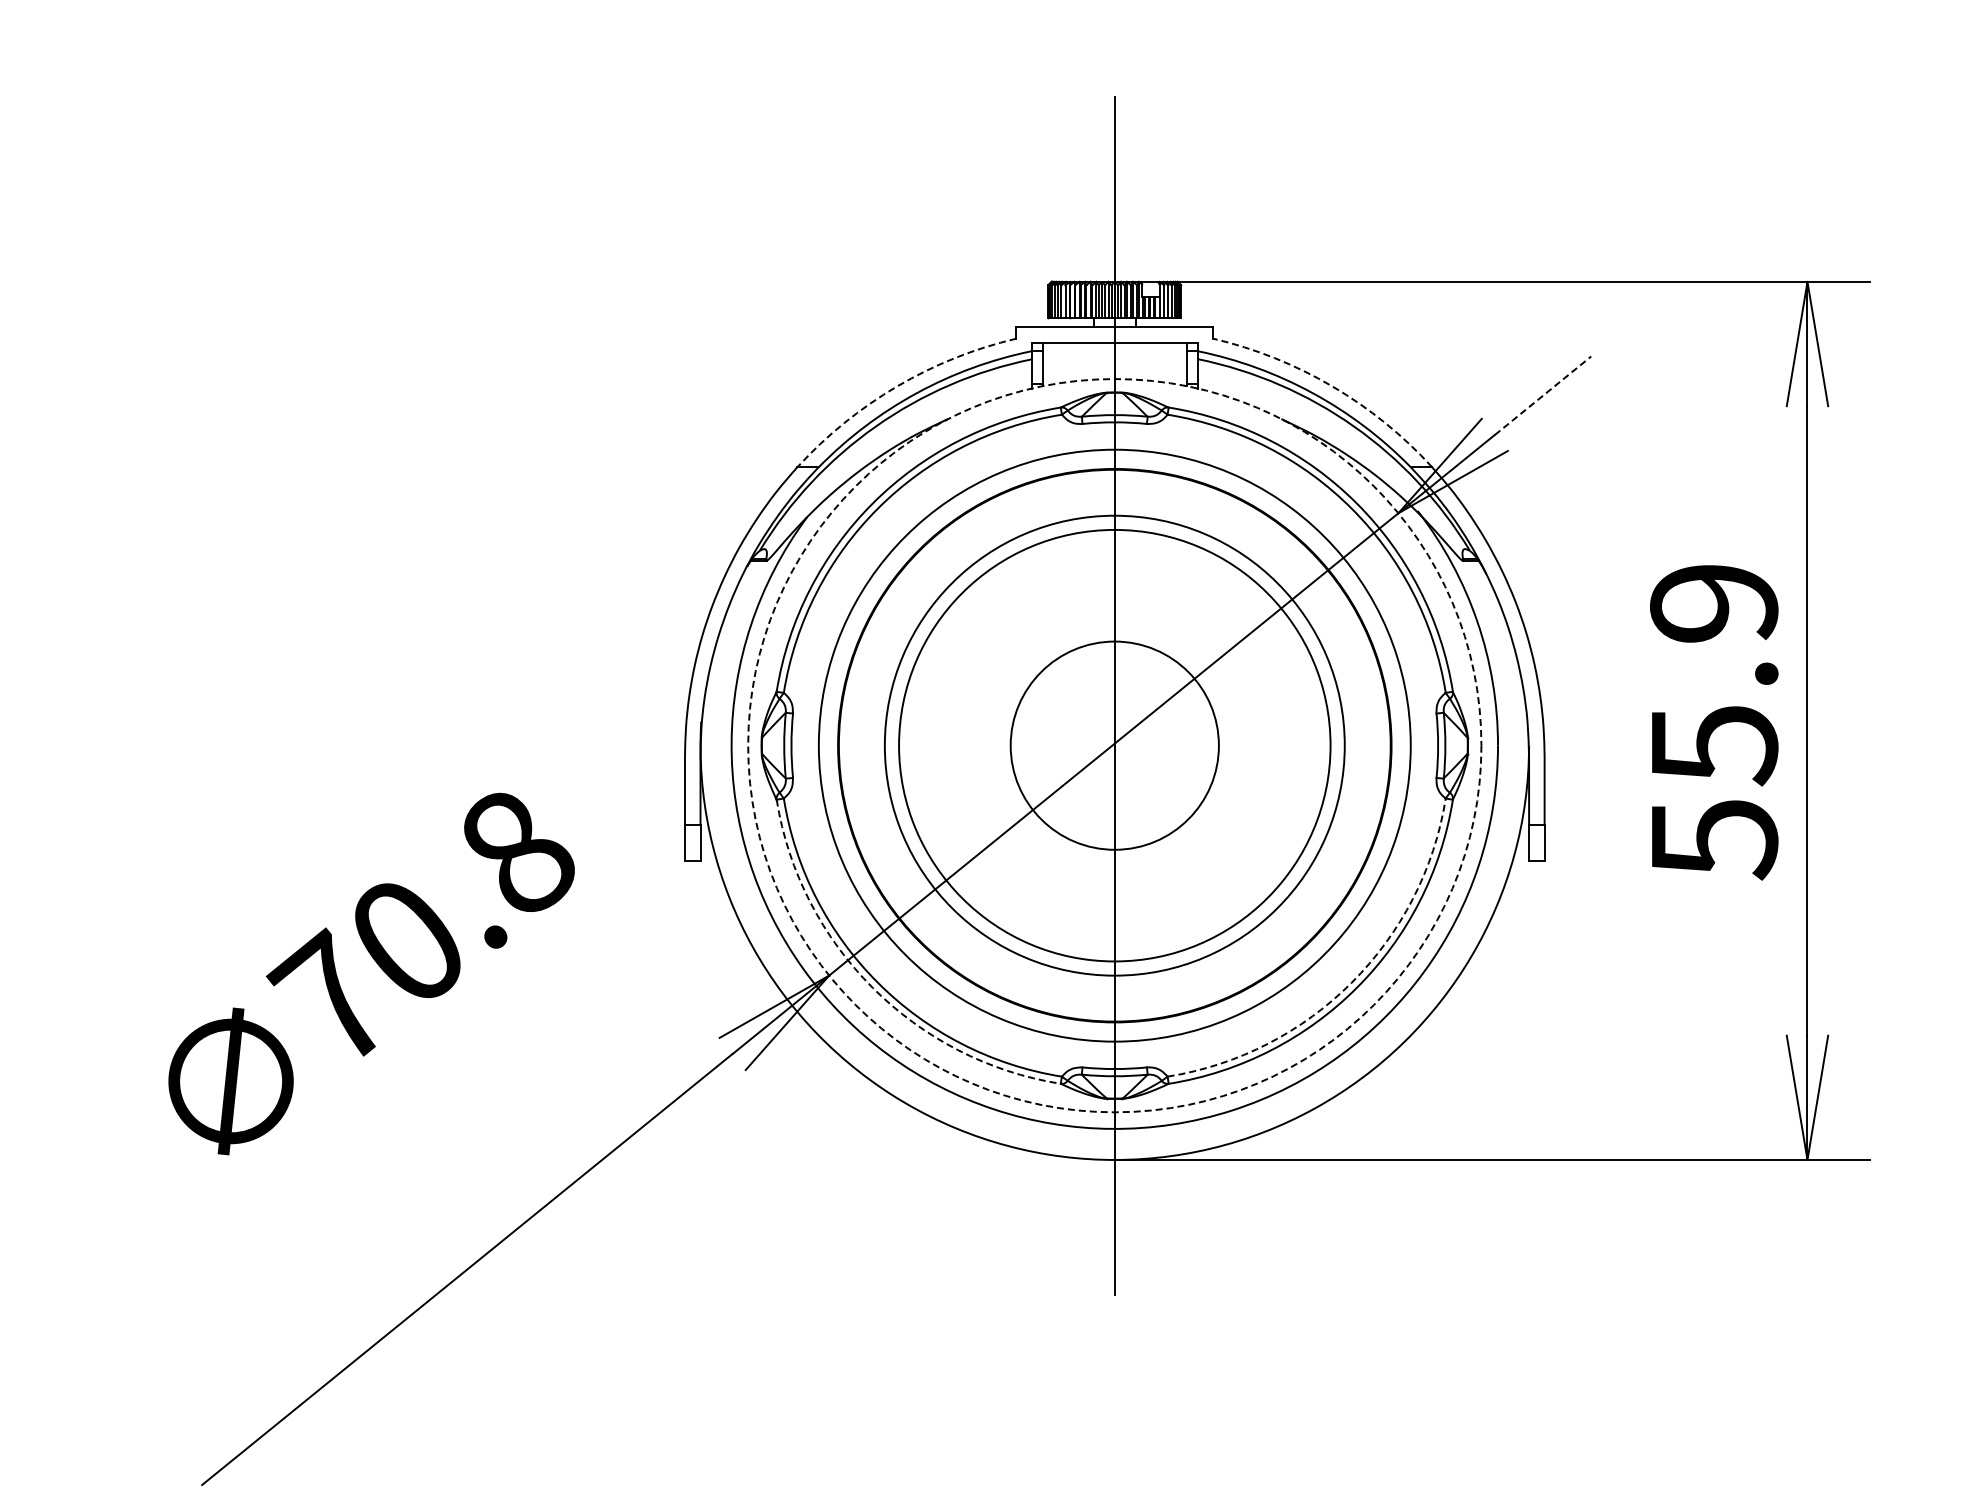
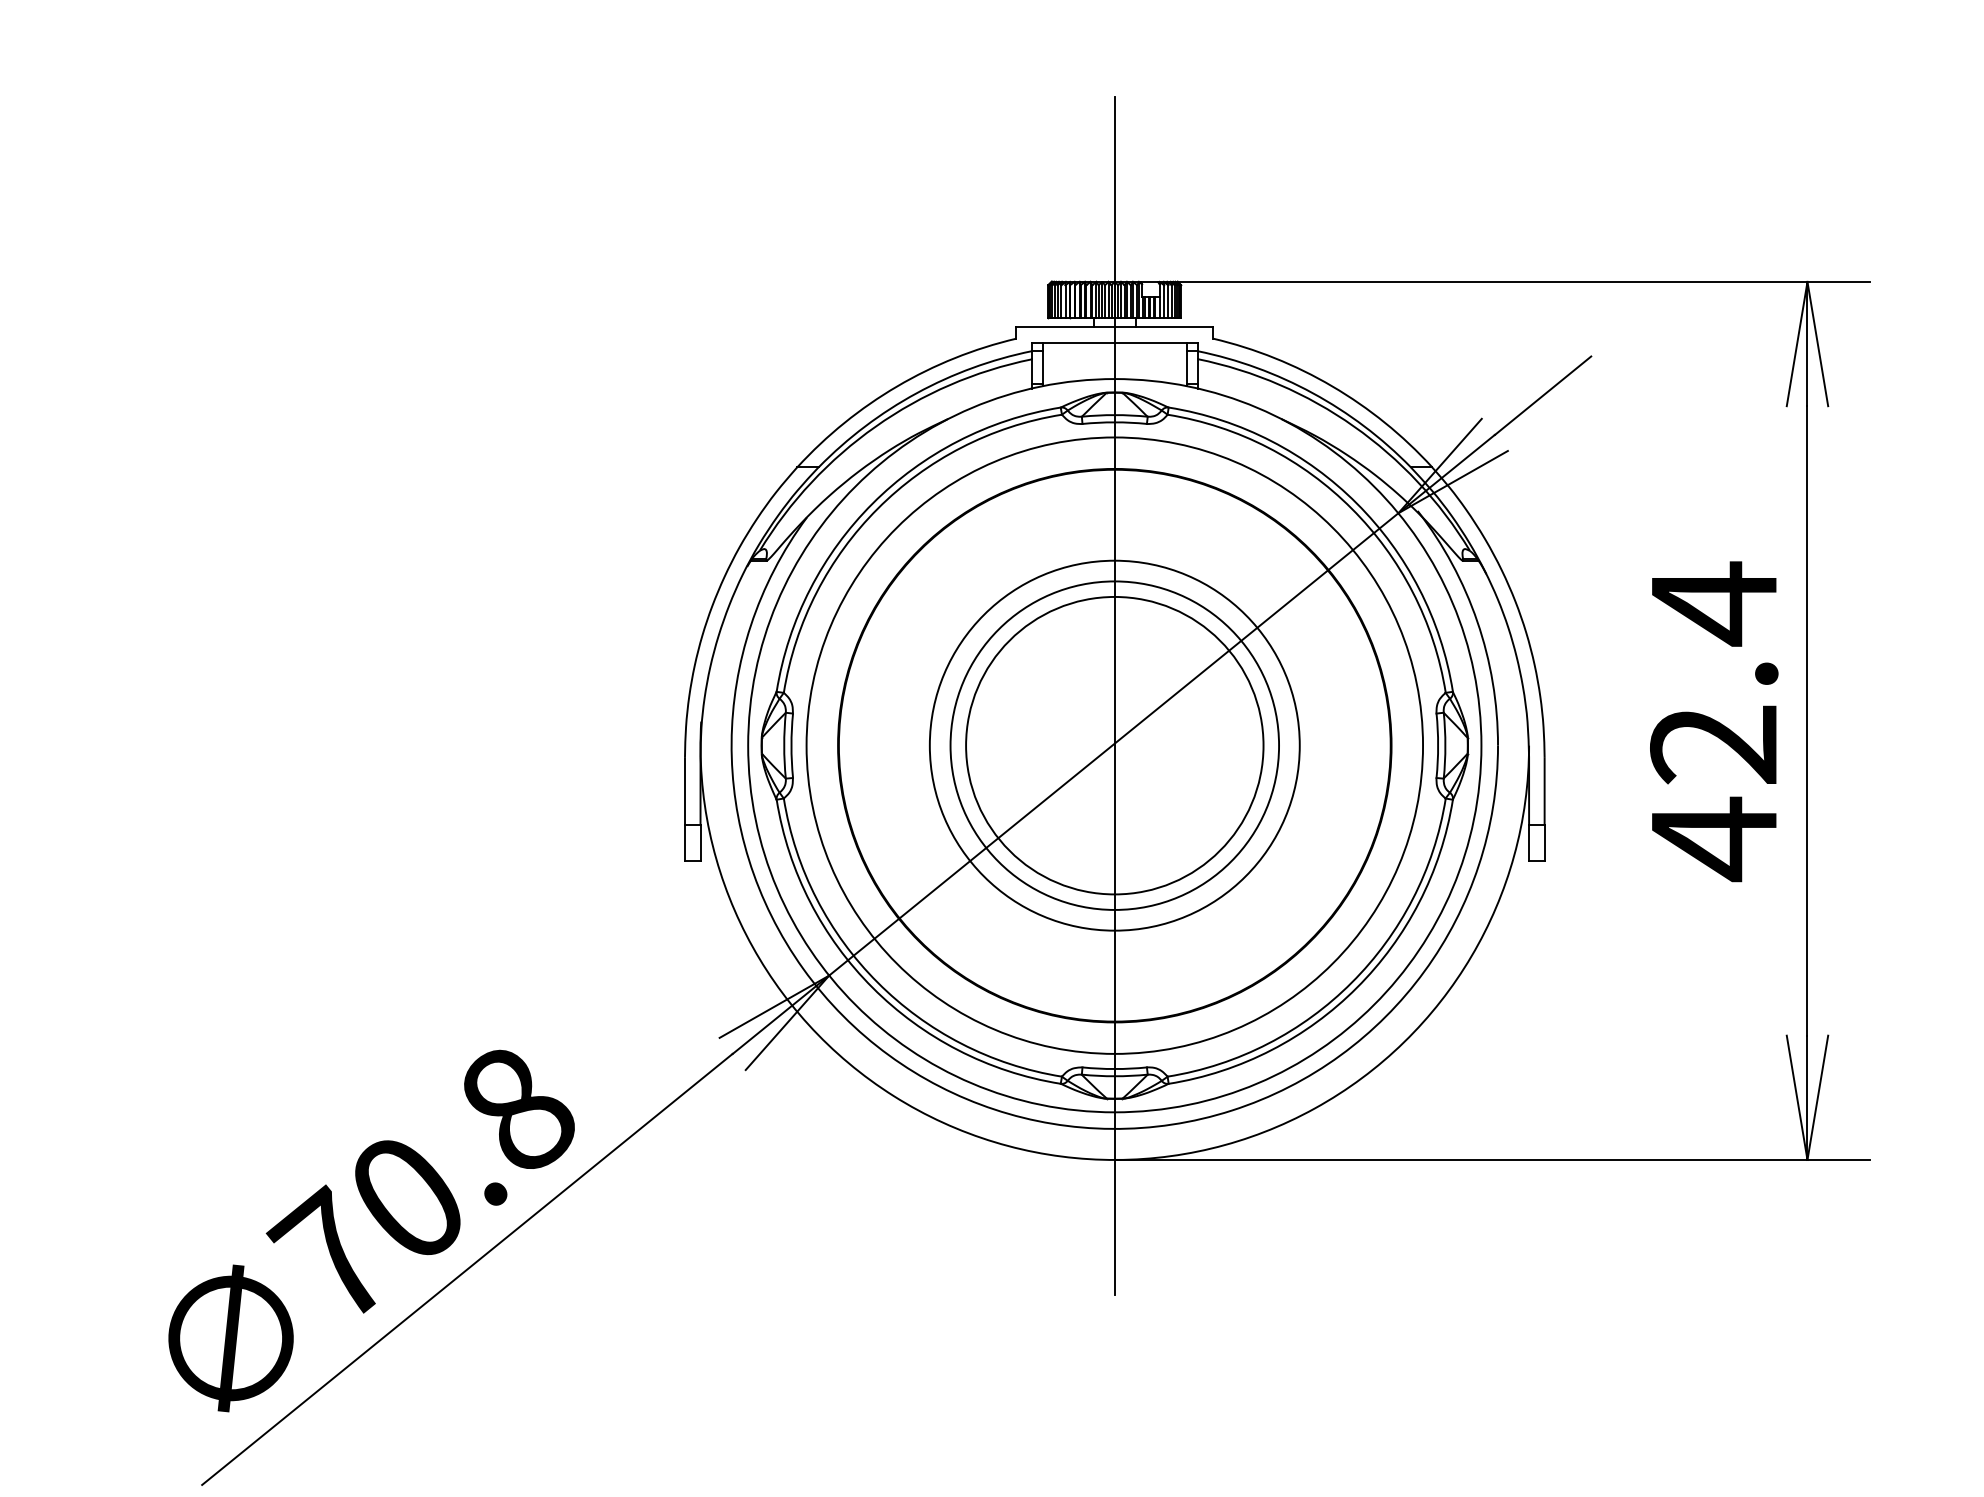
arc at (897, 386): dashed -> solid
arc at (1332, 386): dashed -> solid
line at (1543, 395): dashed -> solid
text at (1714, 721): 55.9 -> 42.4
circle at (1114, 745) diameter: 208 px -> 297 px
circle at (1114, 745) diameter: 432 px -> 616 px
circle at (1114, 745) diameter: 460 px -> 329 px
circle at (1114, 745) diameter: 592 px -> 370 px
circle at (1114, 745): dashed -> solid
text at (371, 973) position: (371, 973) -> (371, 1230)
arc at (1351, 982): dashed -> solid
arc at (872, 987): dashed -> solid
